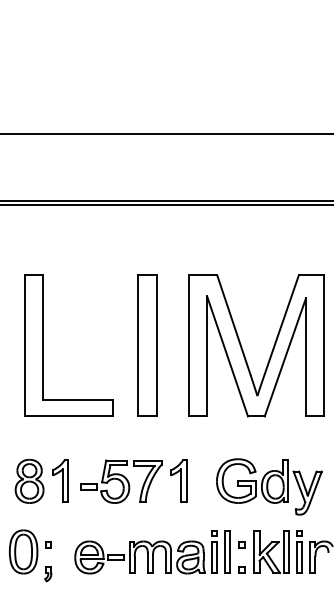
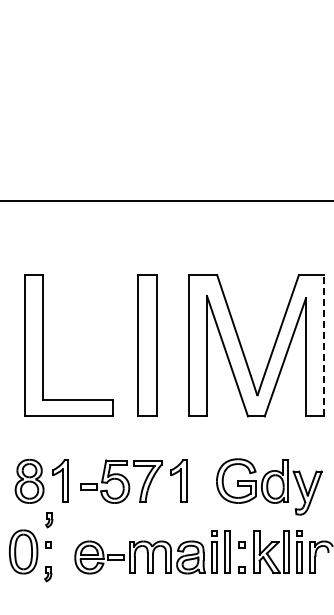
line at (166, 134): present -> none
line at (166, 204): present -> none
line at (323, 345): solid -> dashed
part at (49, 520): none -> present
